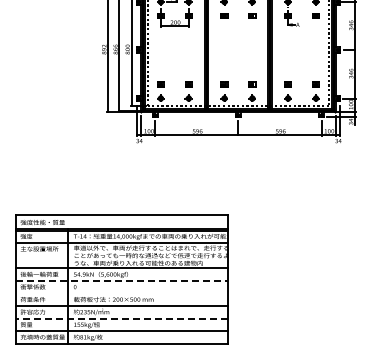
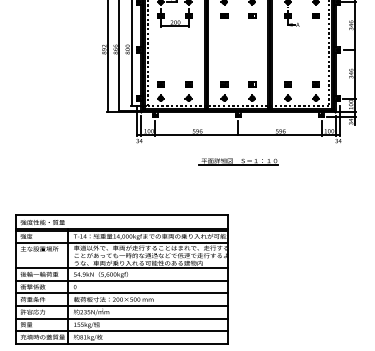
part at (238, 161): none -> present
line at (122, 280): dashed -> solid
line at (122, 293): none -> present
line at (121, 318): dashed -> solid
